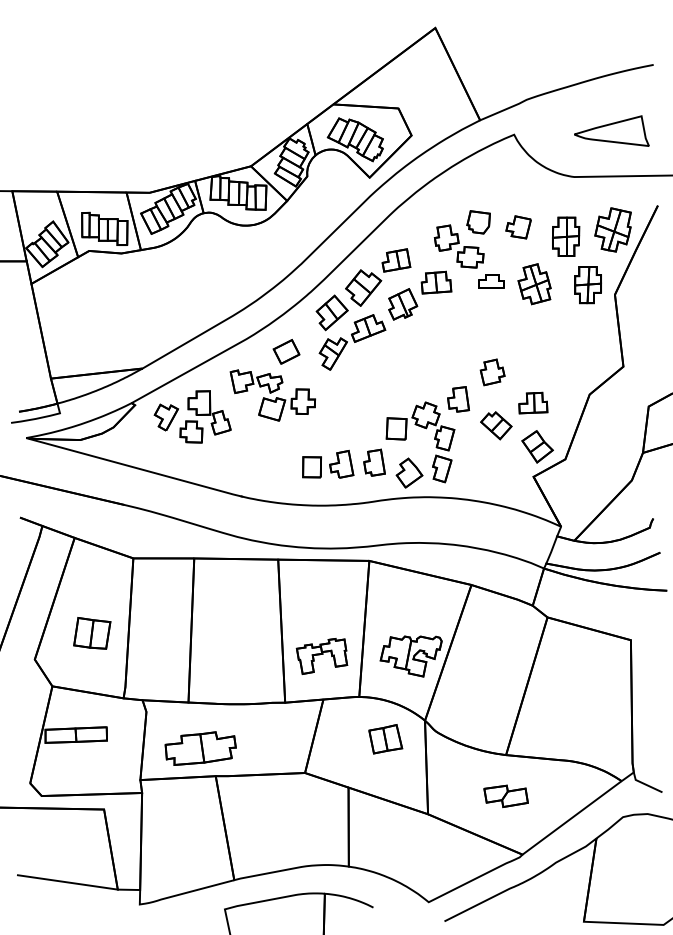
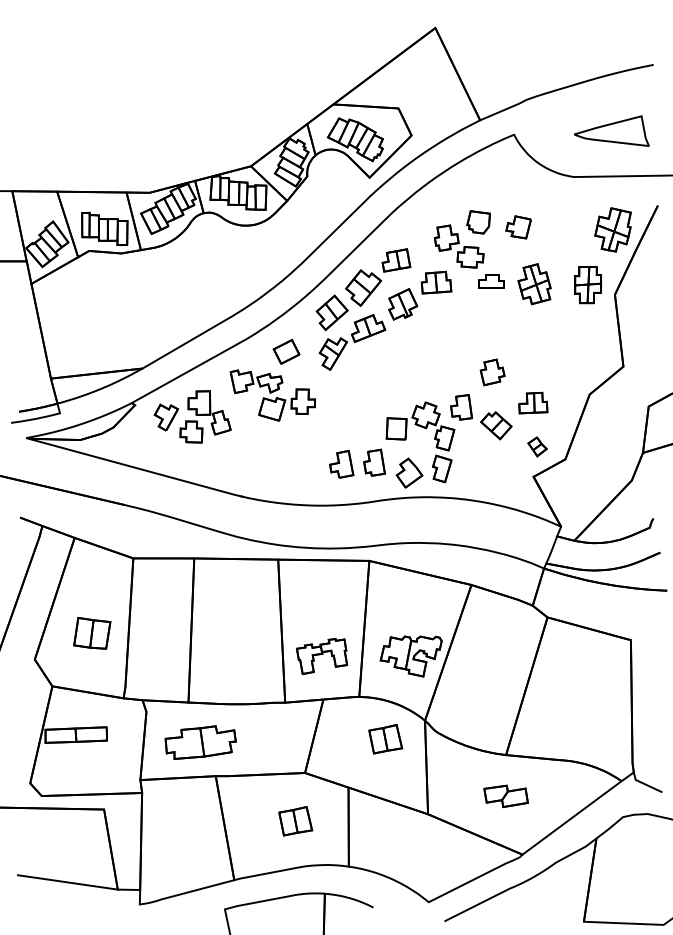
part at (566, 236): present -> none
part at (458, 399) position: (458, 399) -> (461, 407)
part at (537, 446) size: 33x34 px -> 21x22 px
part at (311, 467): present -> none
part at (200, 748) position: (200, 748) -> (200, 742)
part at (295, 821): none -> present
